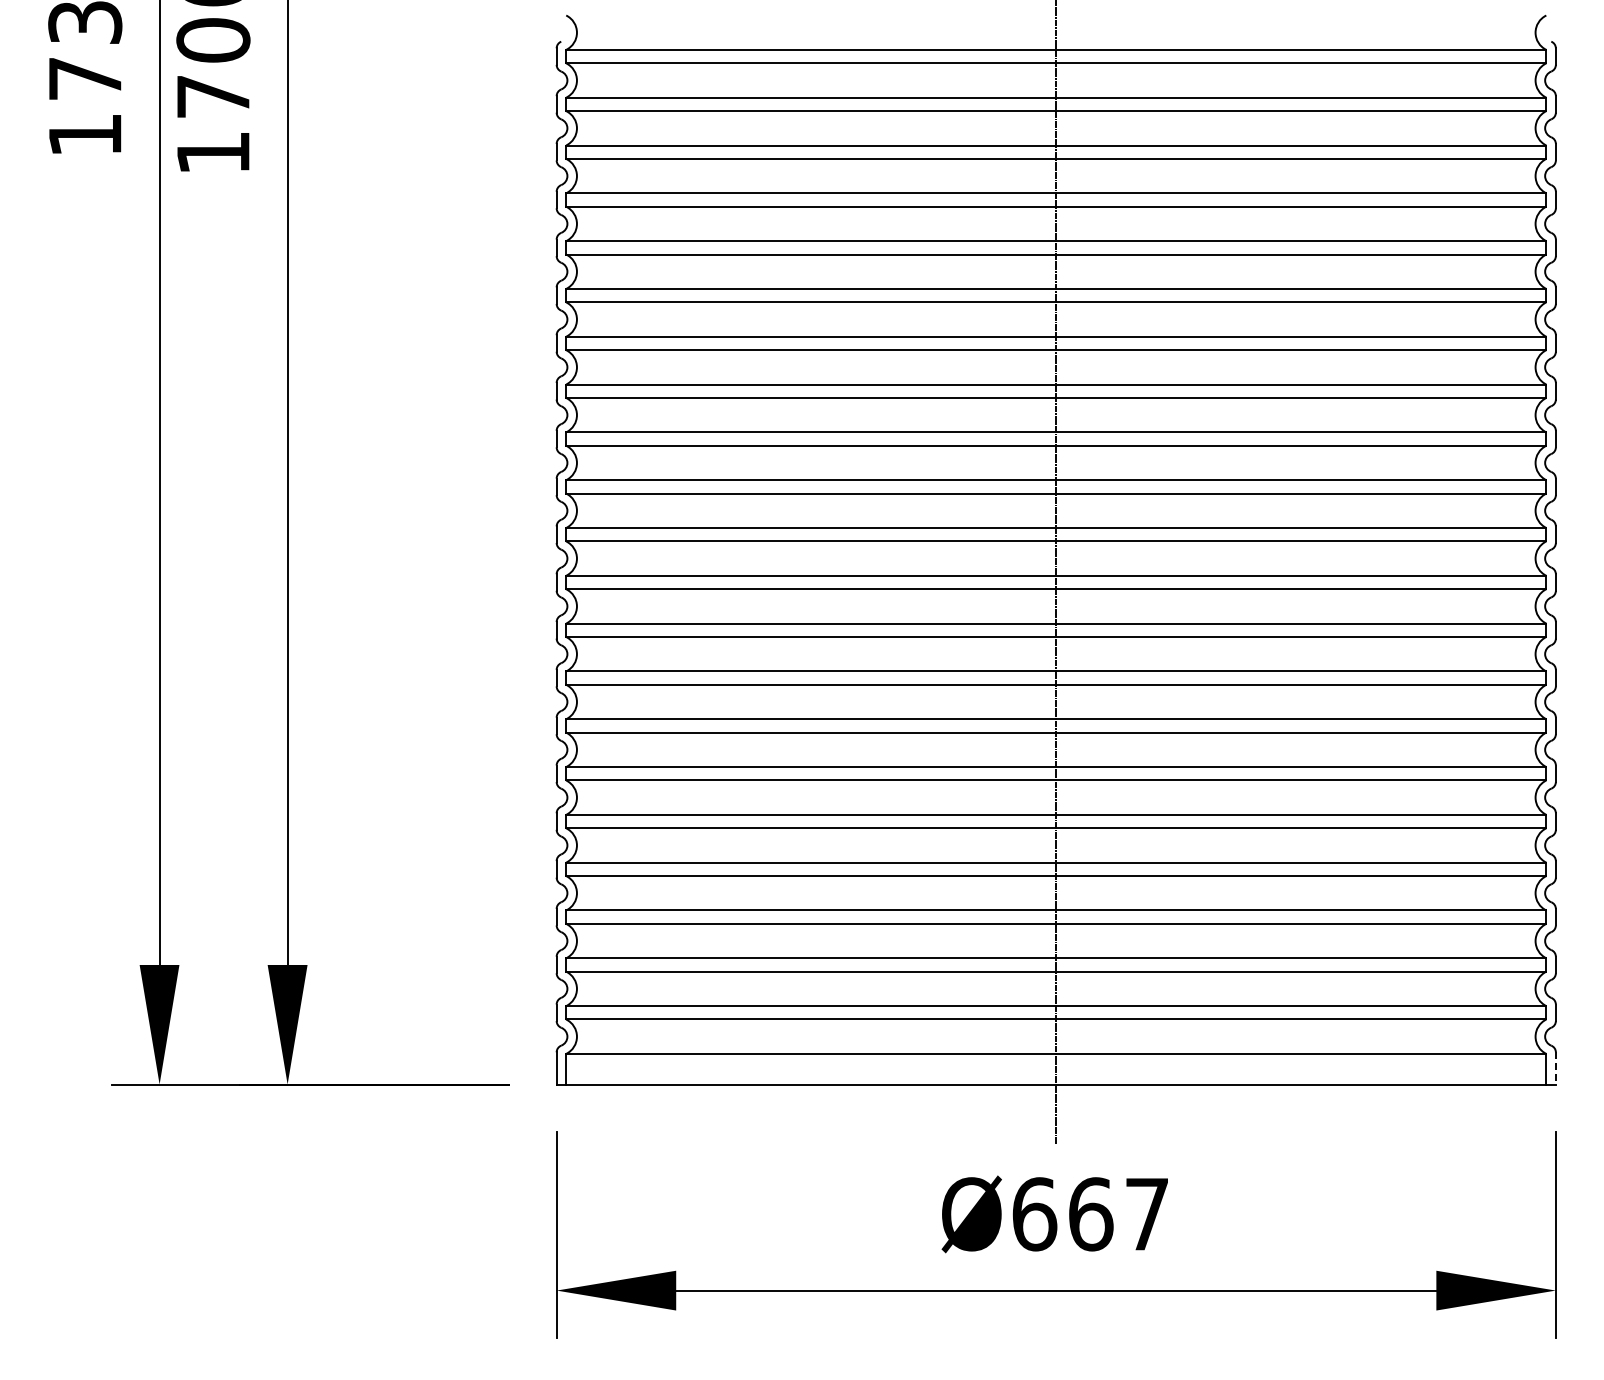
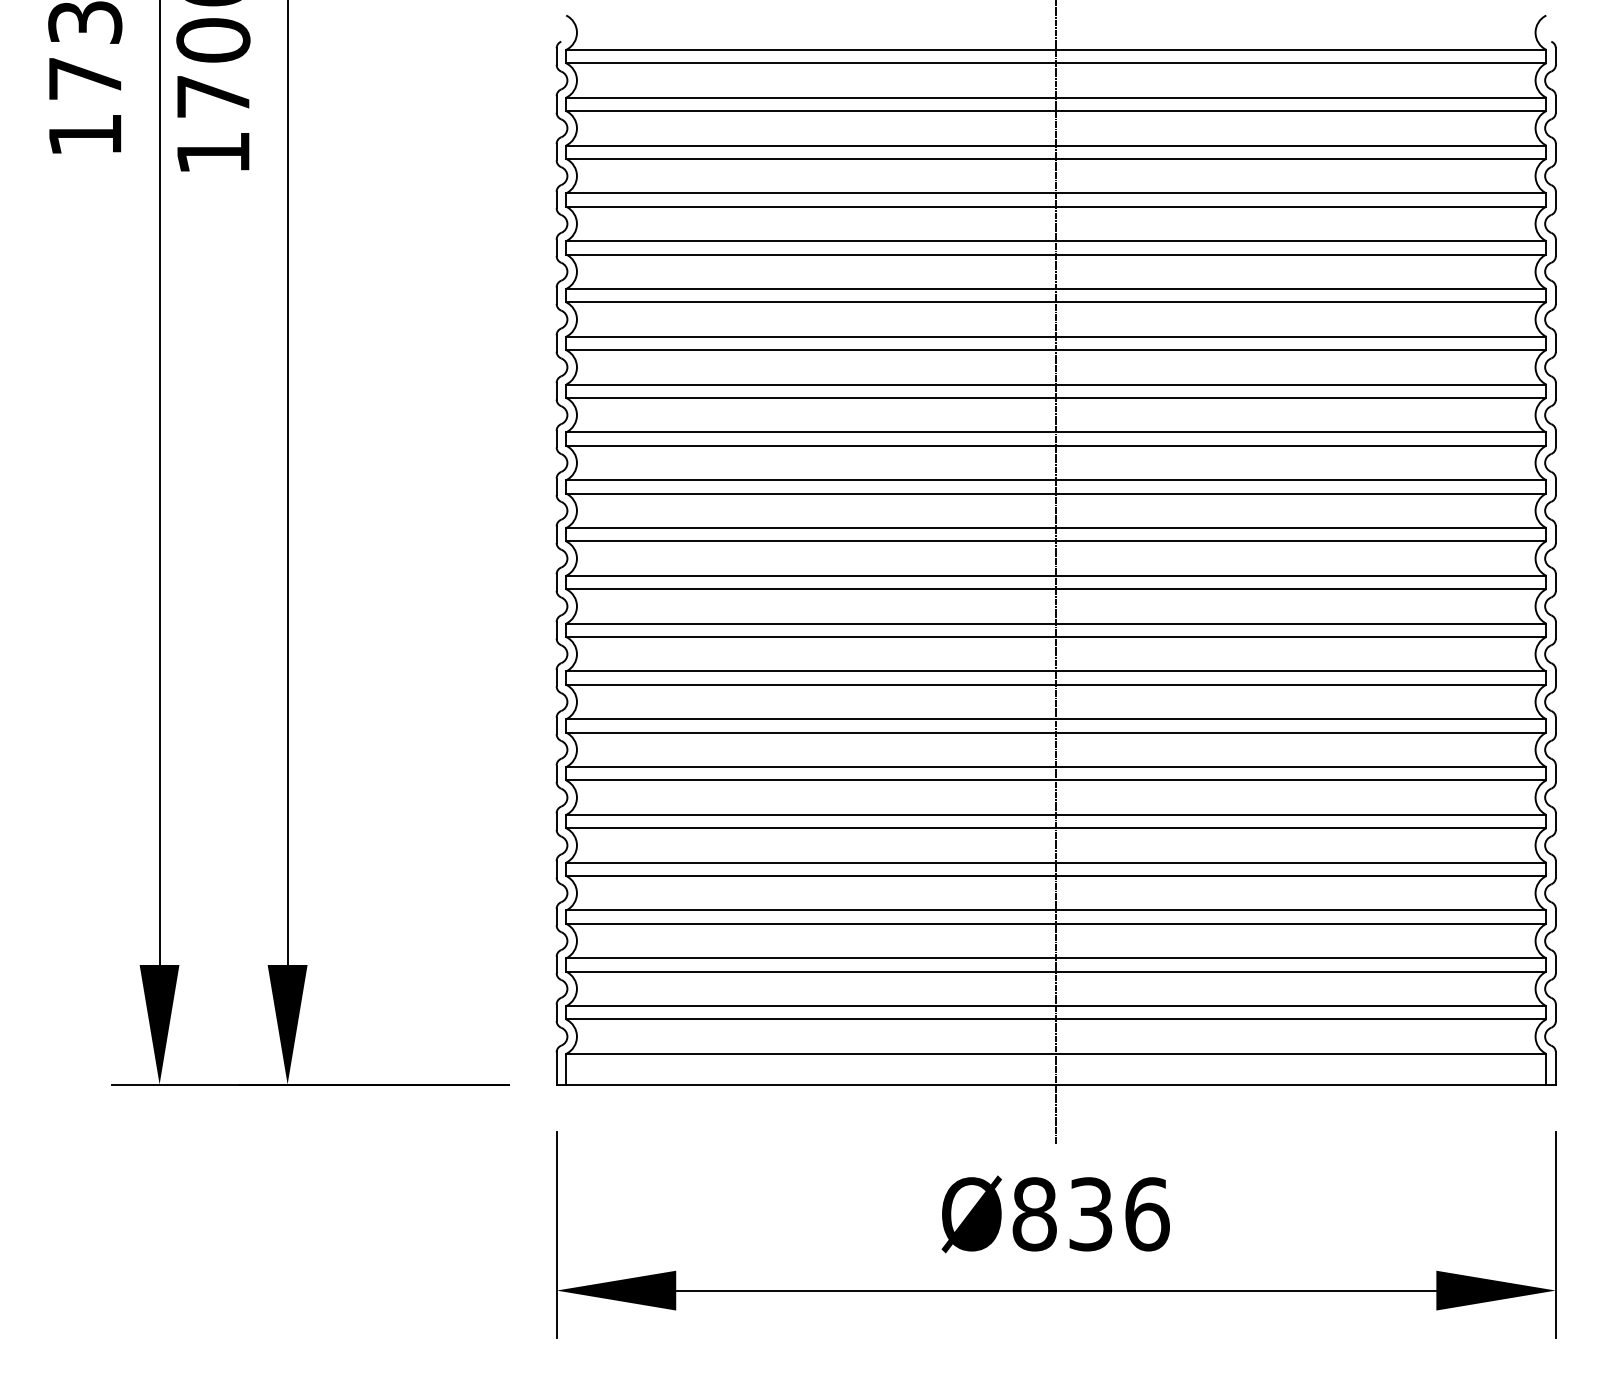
line at (1555, 1068): dashed -> solid
text at (1090, 1214): Ø667 -> Ø836
